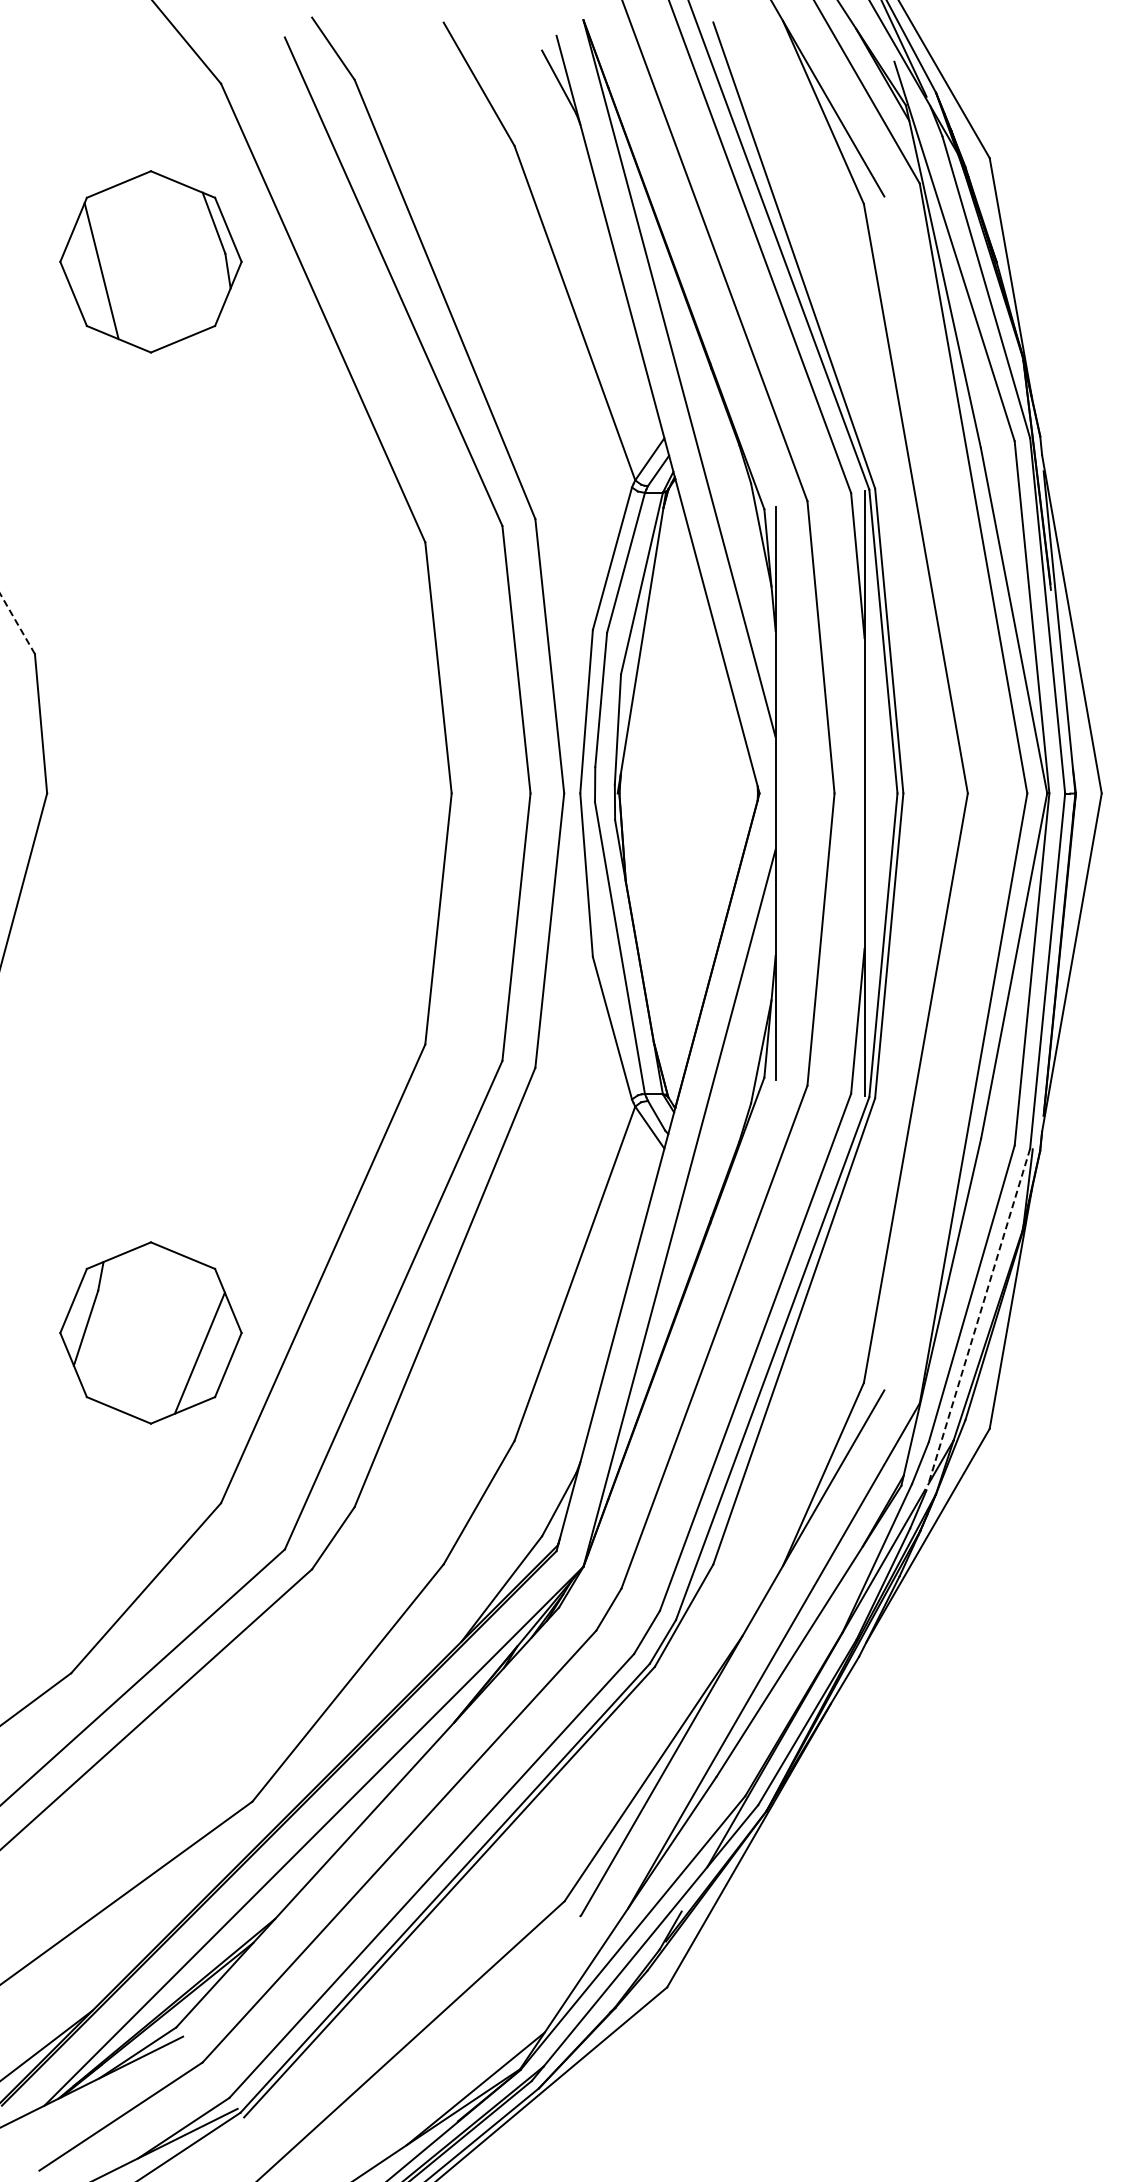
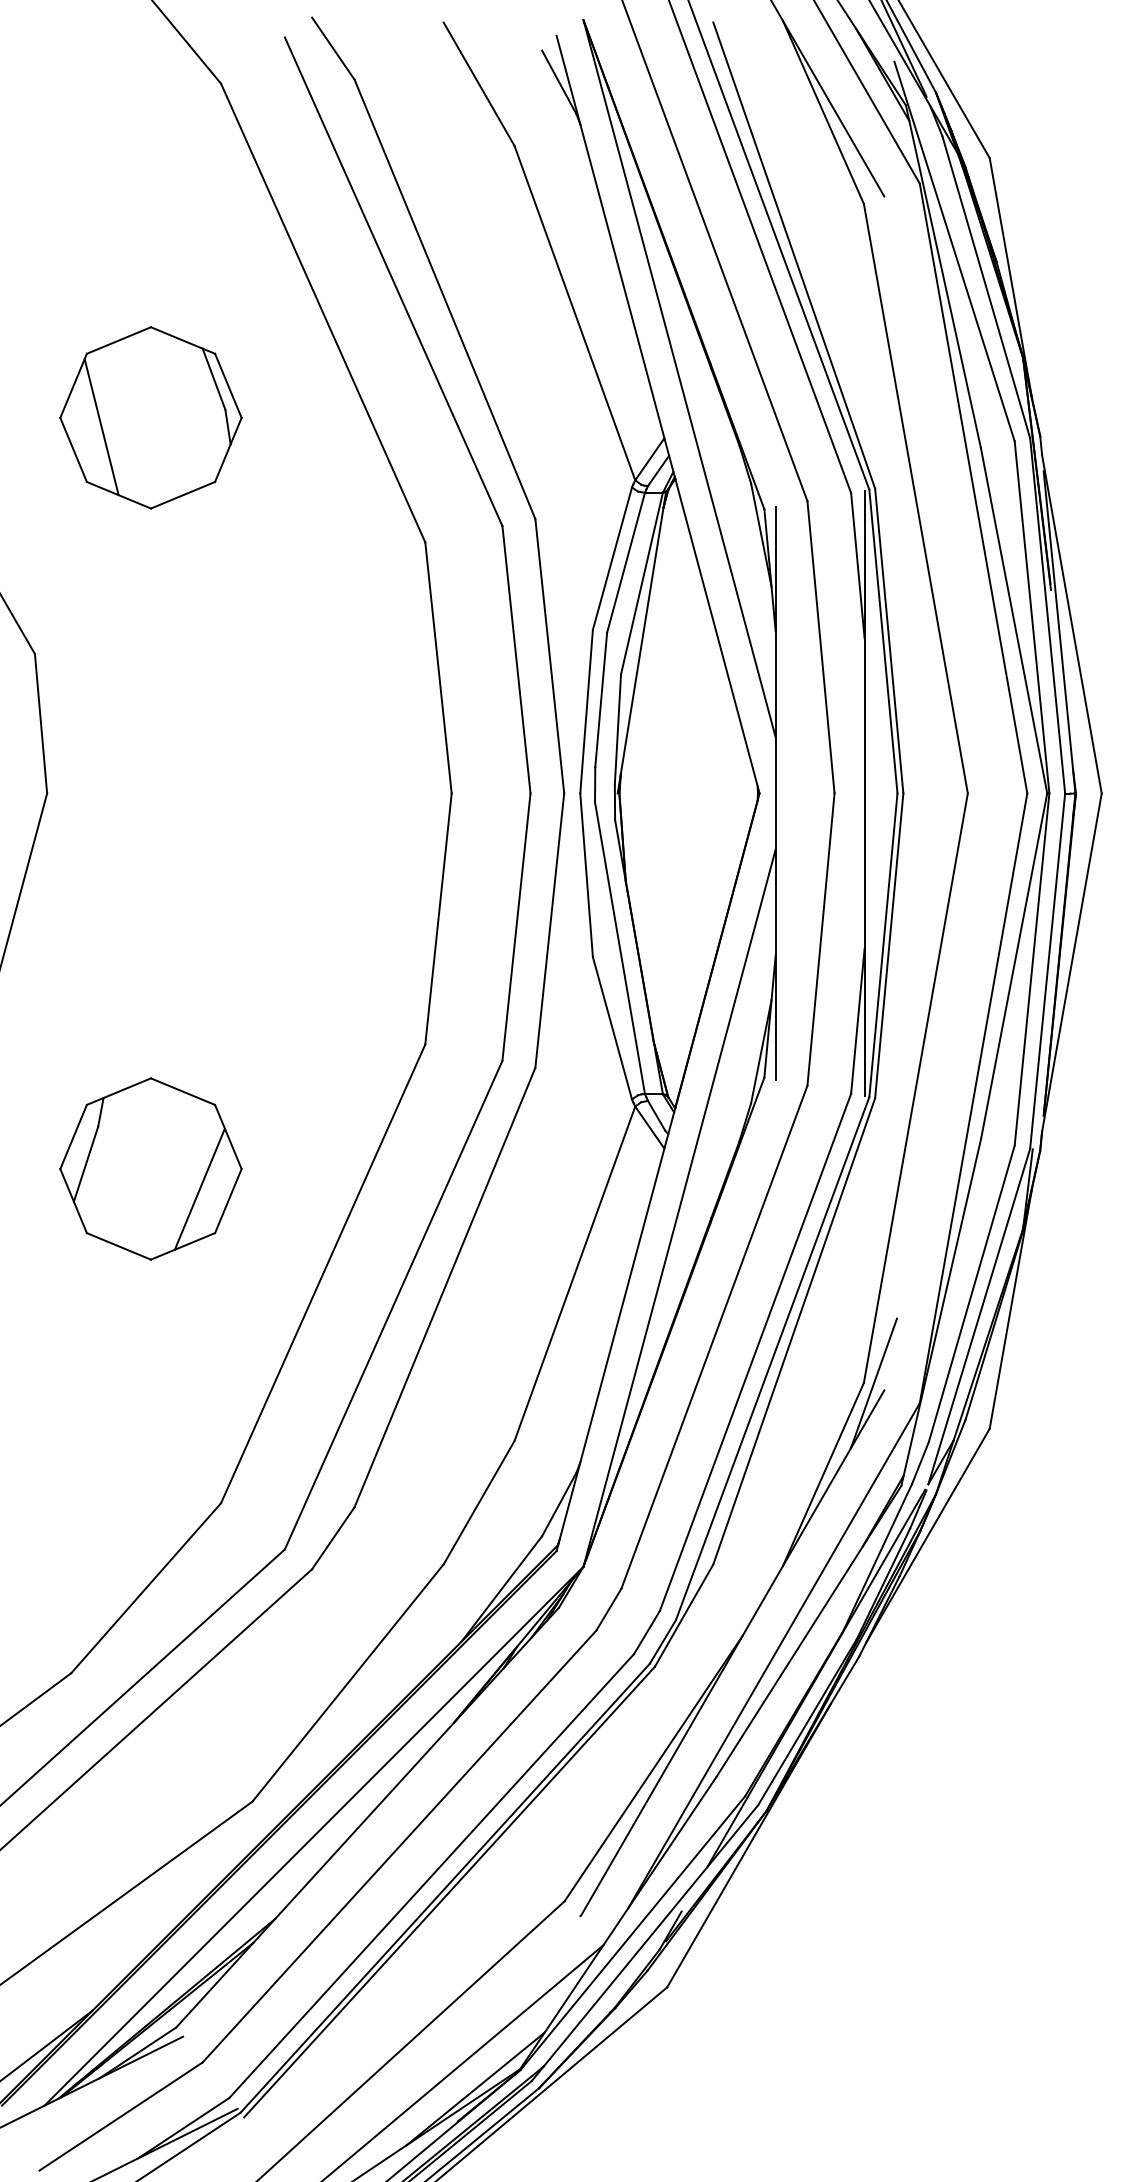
part at (150, 261) position: (150, 261) -> (150, 417)
line at (17, 623): dashed -> solid
line at (979, 1317): dashed -> solid
part at (150, 1332) position: (150, 1332) -> (150, 1168)
line at (873, 1383): none -> present
line at (464, 2061): none -> present
